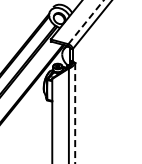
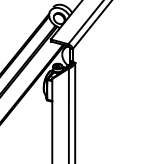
line at (85, 22): dashed -> solid
line at (75, 113): dashed -> solid
